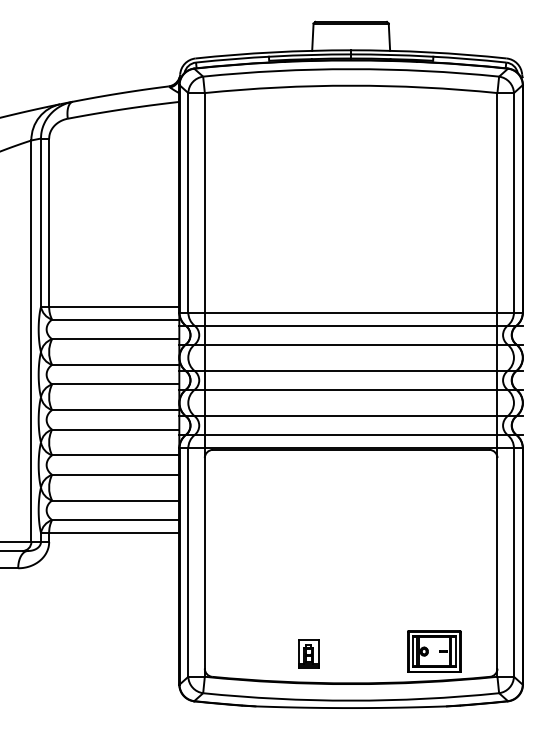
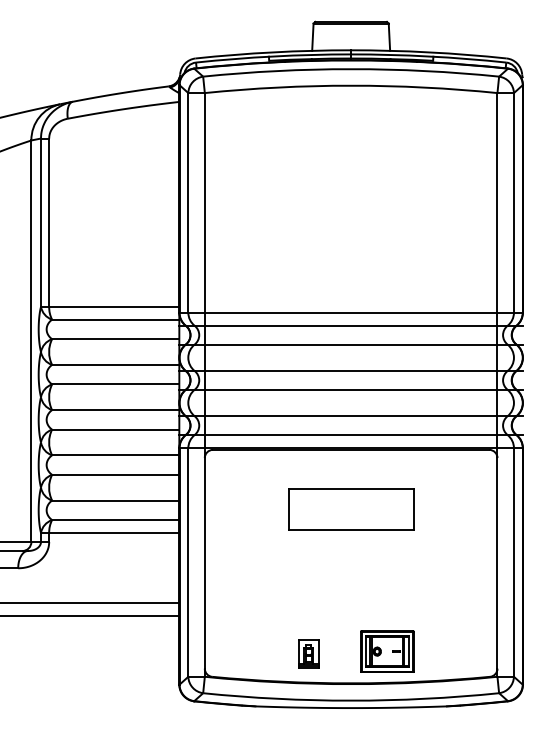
part at (351, 509): none -> present
line at (90, 602): none -> present
line at (90, 615): none -> present
part at (434, 651) position: (434, 651) -> (387, 651)
